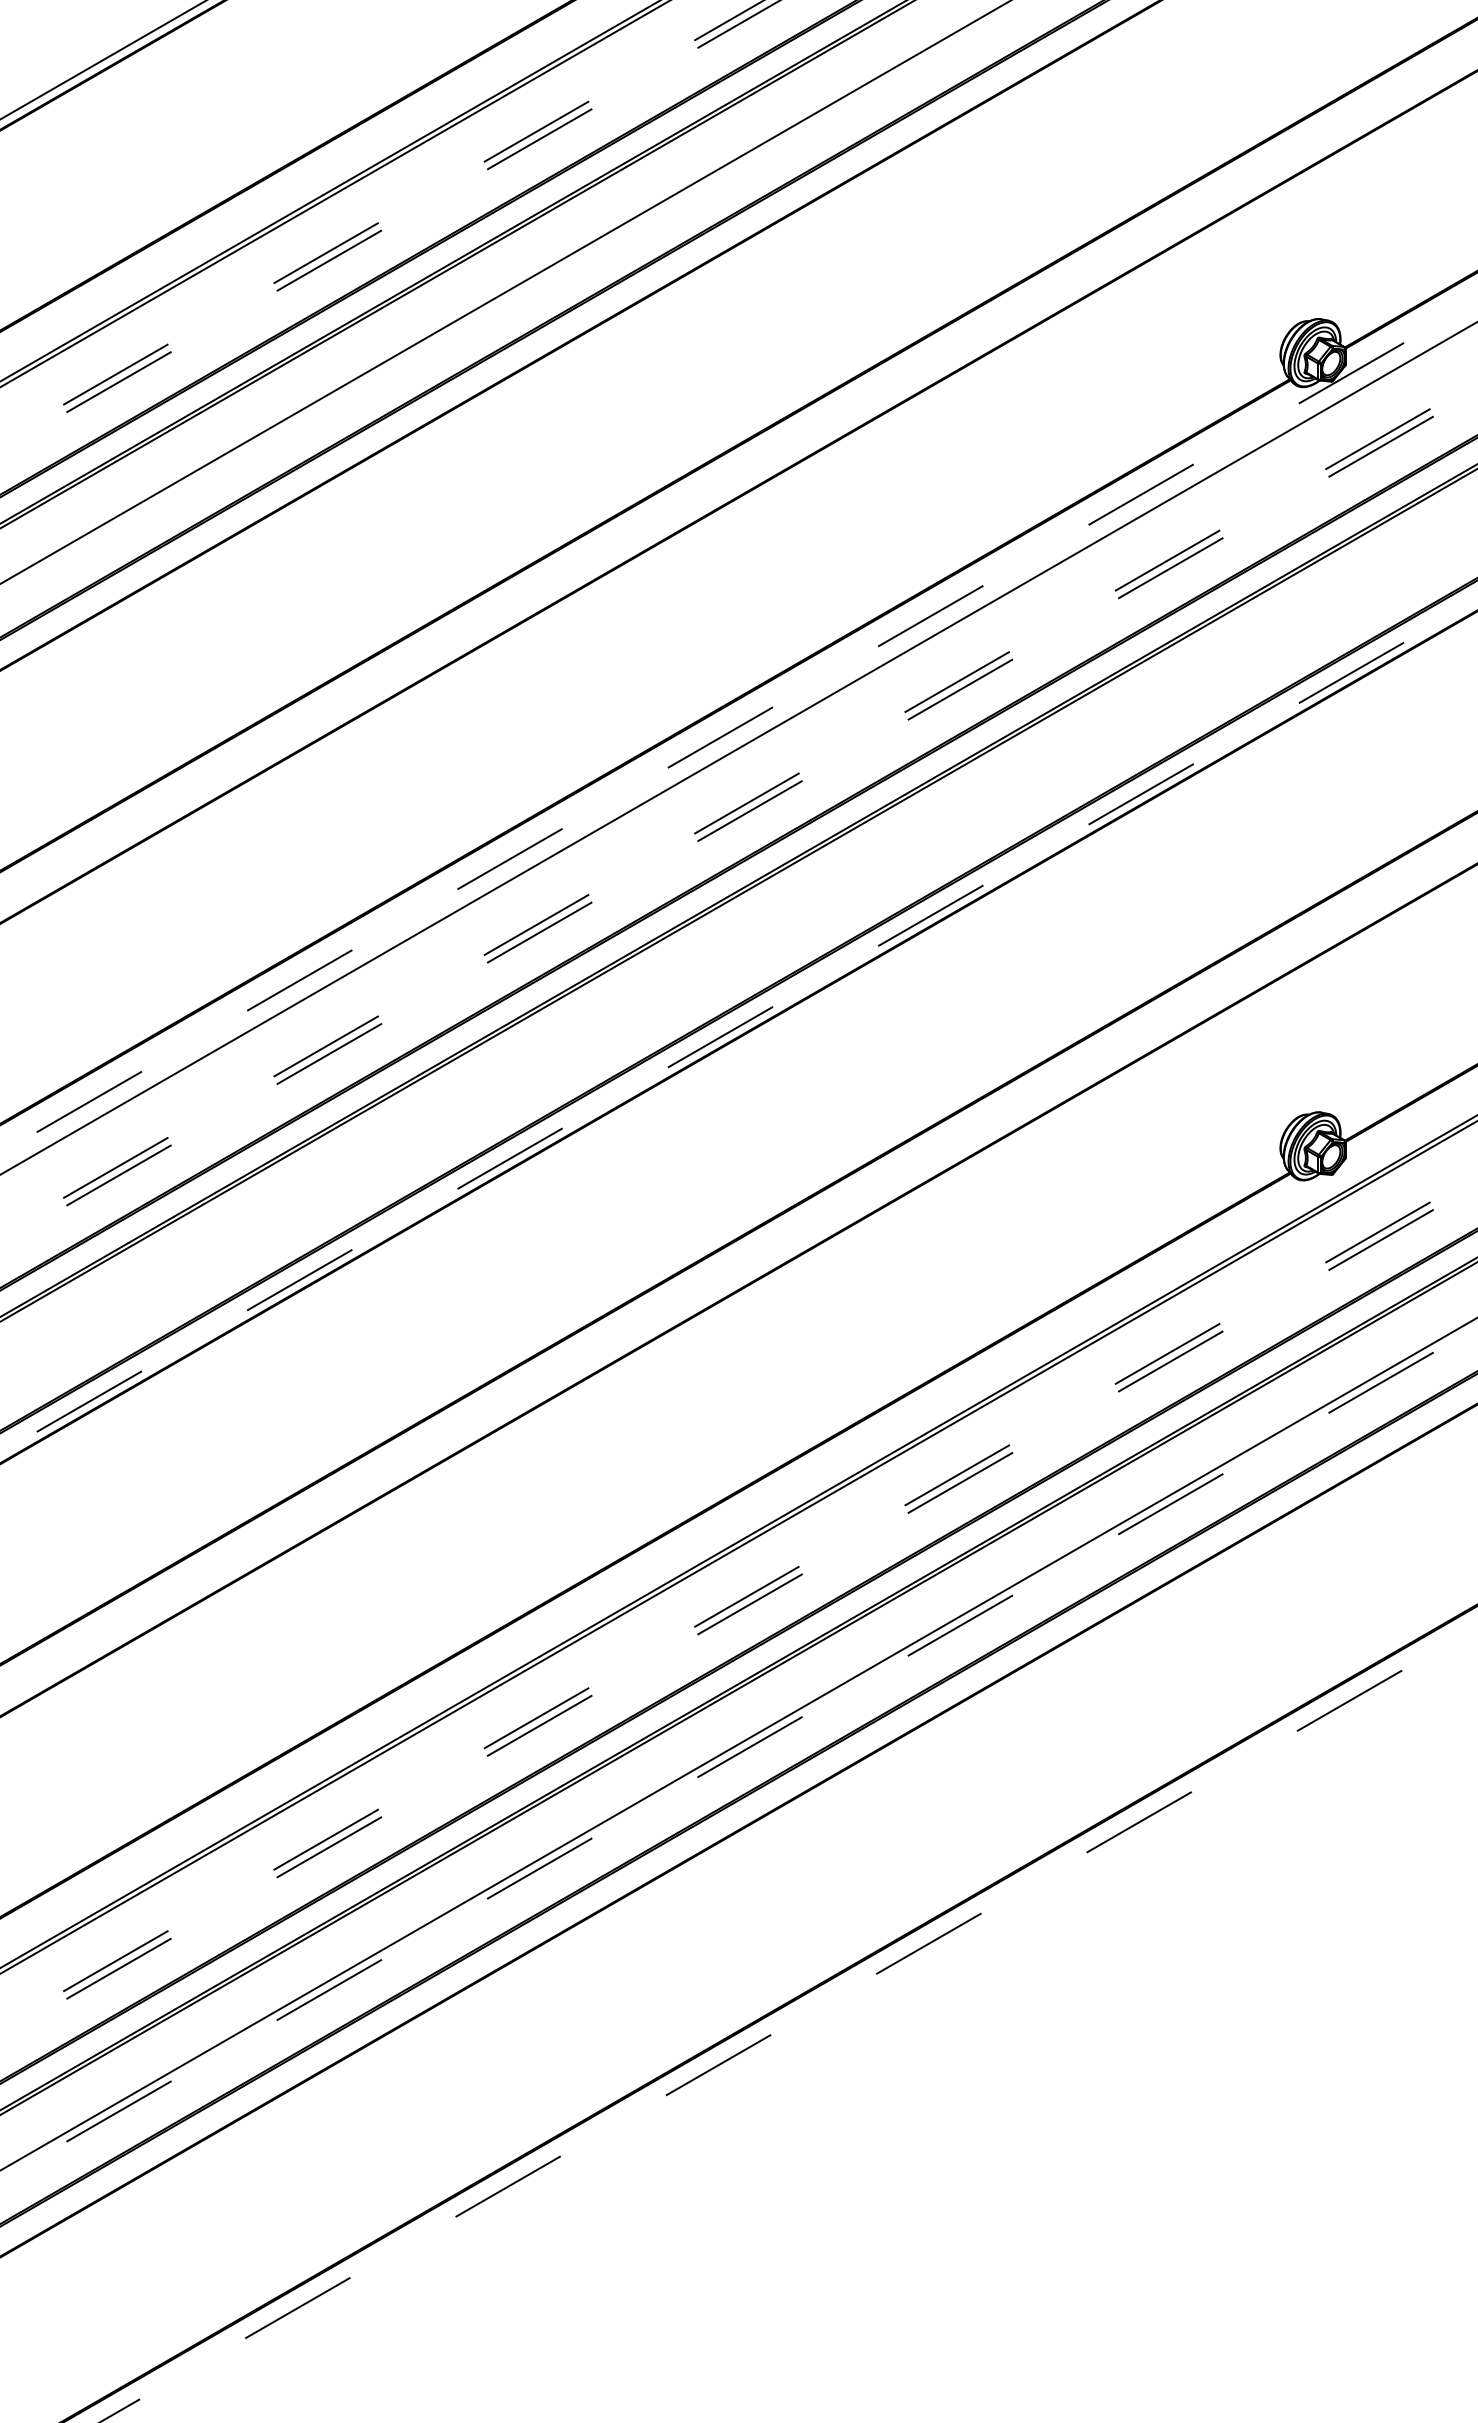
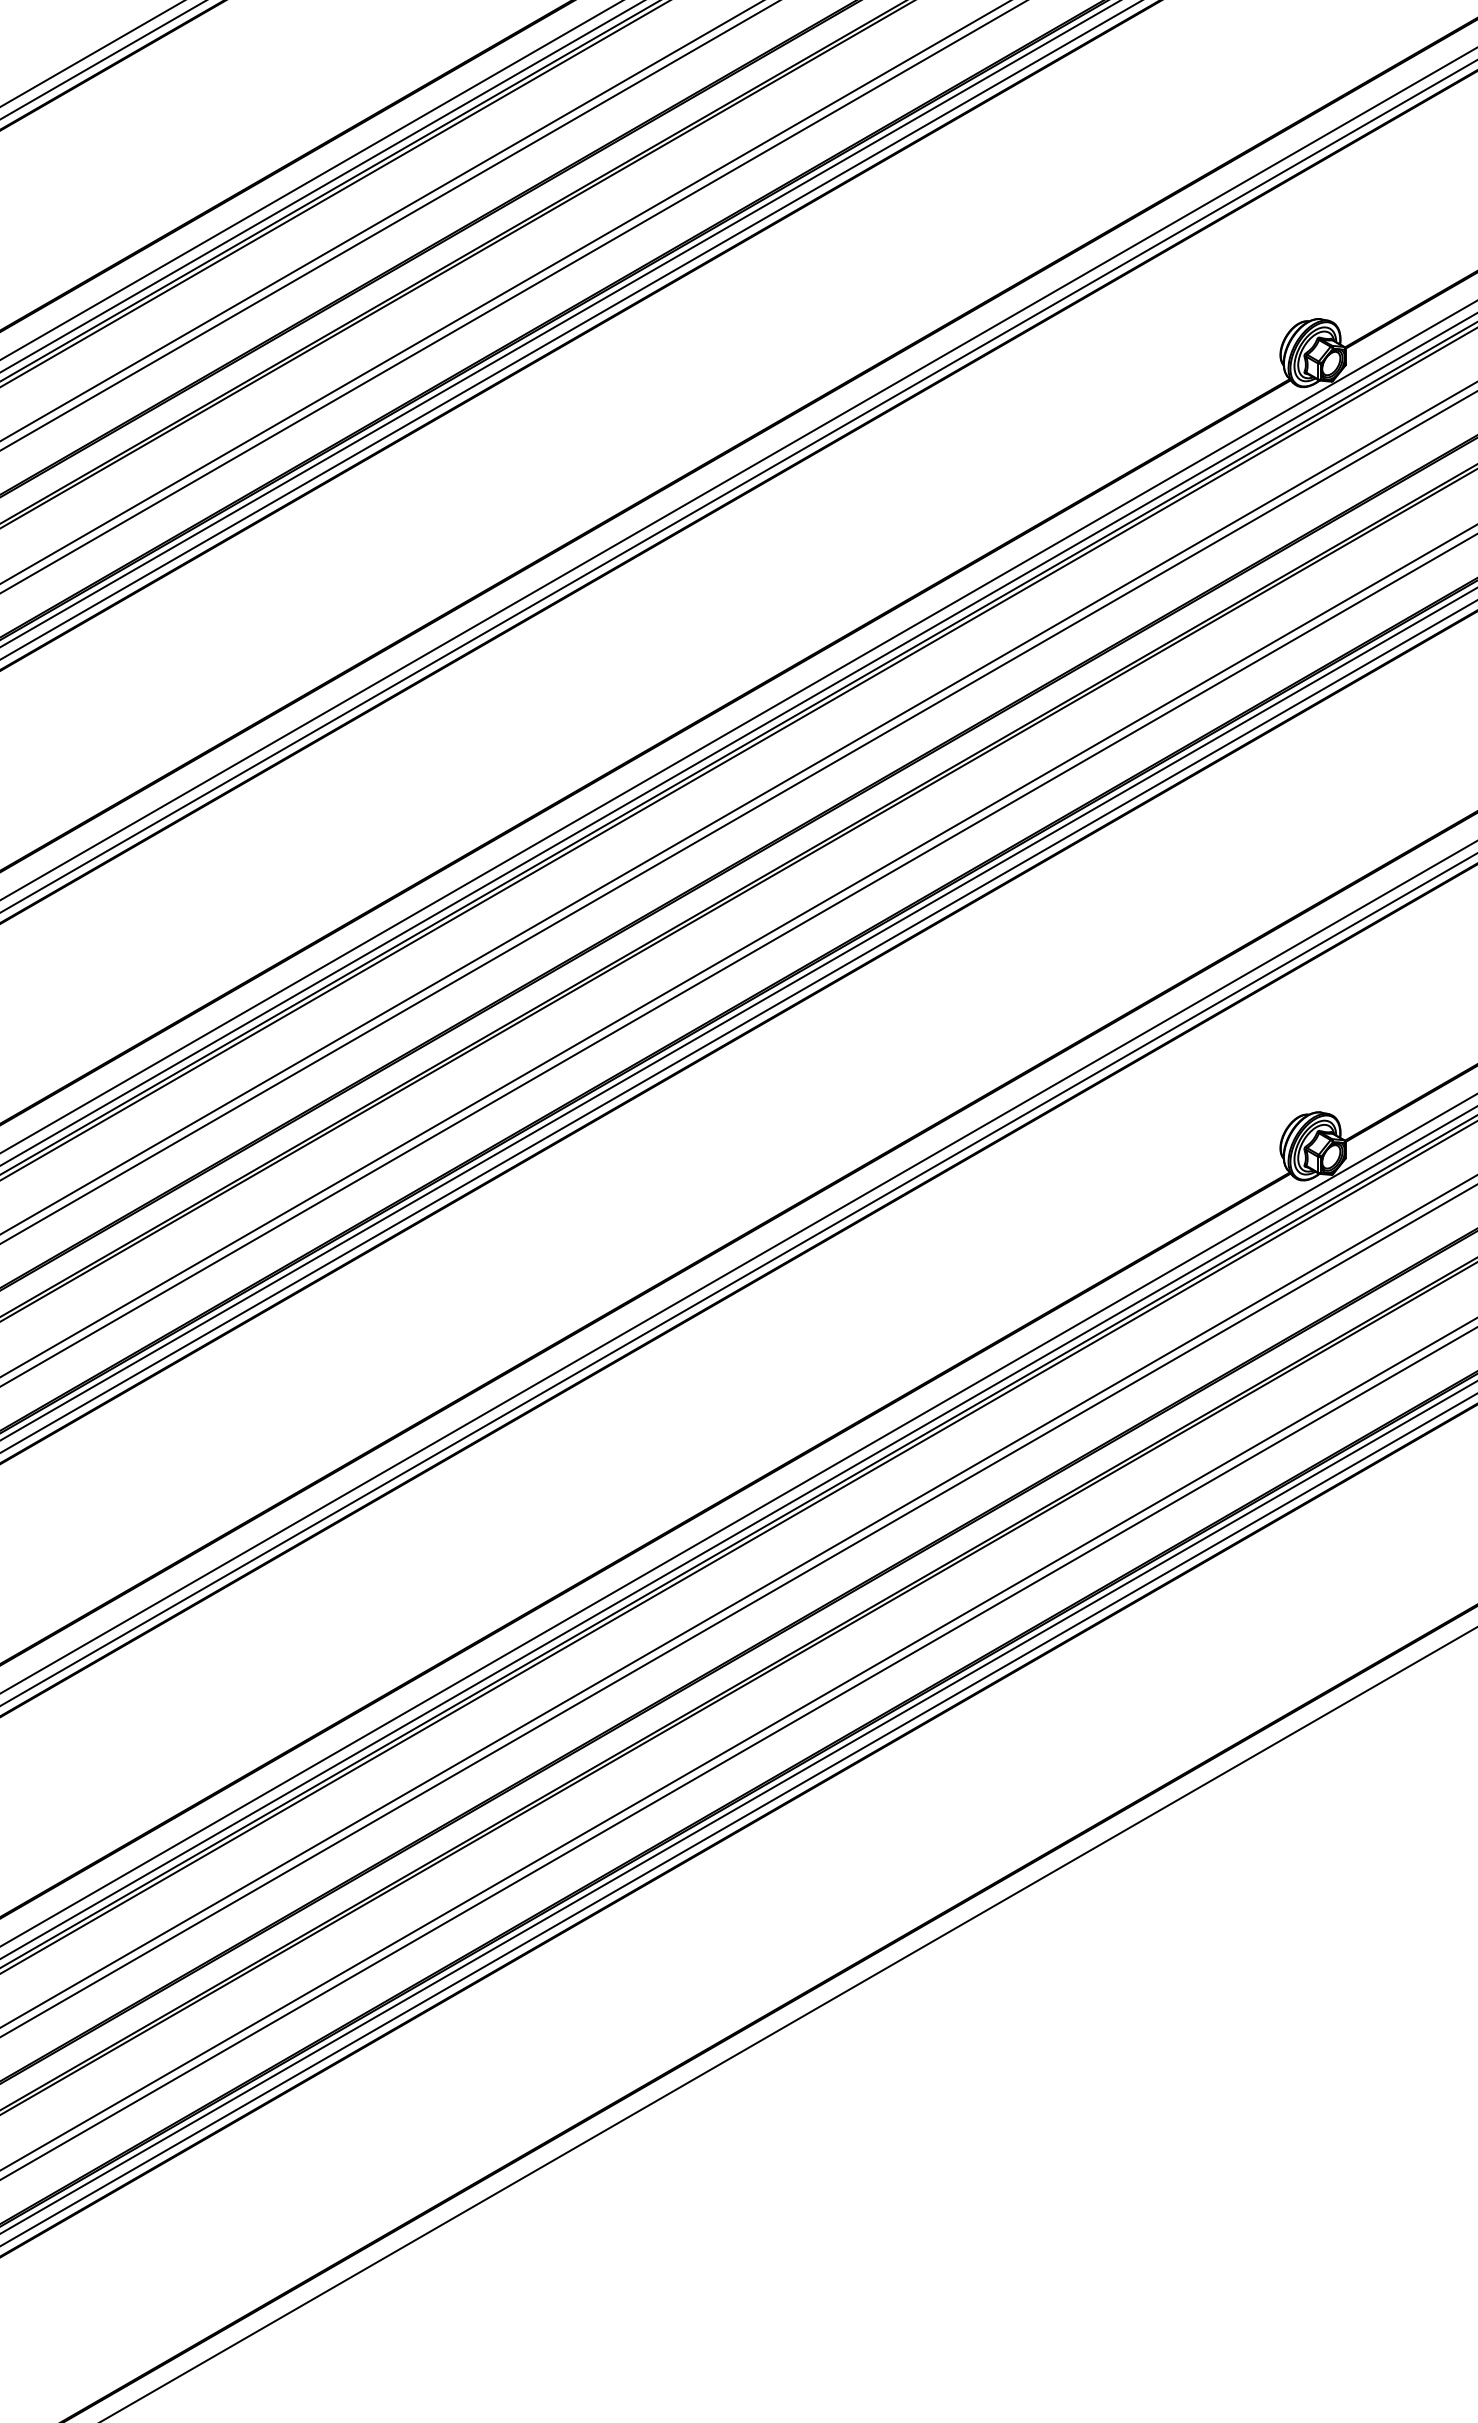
line at (91, 53): none -> present
line at (310, 180): none -> present
line at (321, 186): none -> present
line at (382, 220): dashed -> solid
line at (390, 225): dashed -> solid
line at (513, 297): none -> present
line at (559, 324): none -> present
line at (570, 330): none -> present
line at (738, 474): none -> present
line at (738, 486): none -> present
line at (739, 726): dashed -> solid
line at (738, 739): none -> present
line at (738, 754): none -> present
line at (739, 808): dashed -> solid
line at (738, 817): dashed -> solid
line at (738, 950): none -> present
line at (738, 960): none -> present
line at (738, 1014): none -> present
line at (739, 1026): dashed -> solid
line at (738, 1267): none -> present
line at (738, 1279): none -> present
line at (738, 1520): none -> present
line at (738, 1532): none -> present
line at (739, 1601): dashed -> solid
line at (738, 1610): dashed -> solid
line at (738, 1753): dashed -> solid
line at (738, 1807): none -> present
line at (738, 1820): none -> present
line at (788, 2024): dashed -> solid
